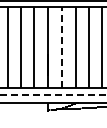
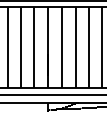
line at (62, 47): dashed -> solid
line at (53, 94): dashed -> solid
